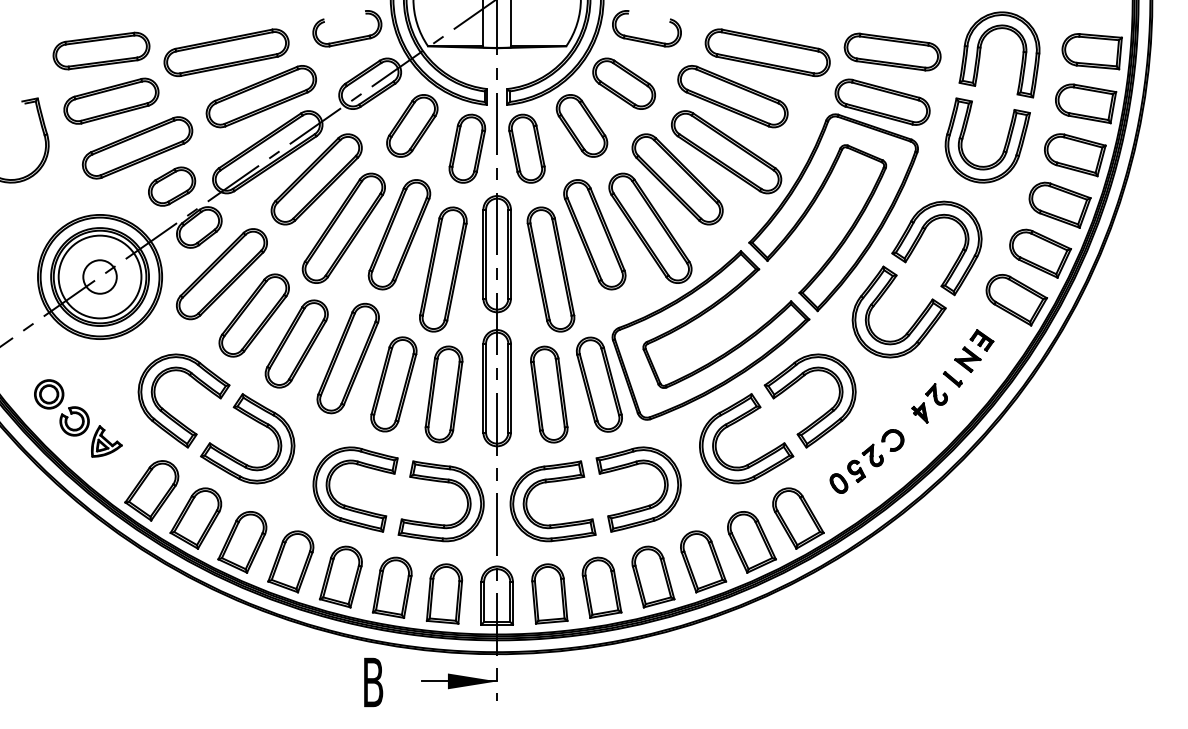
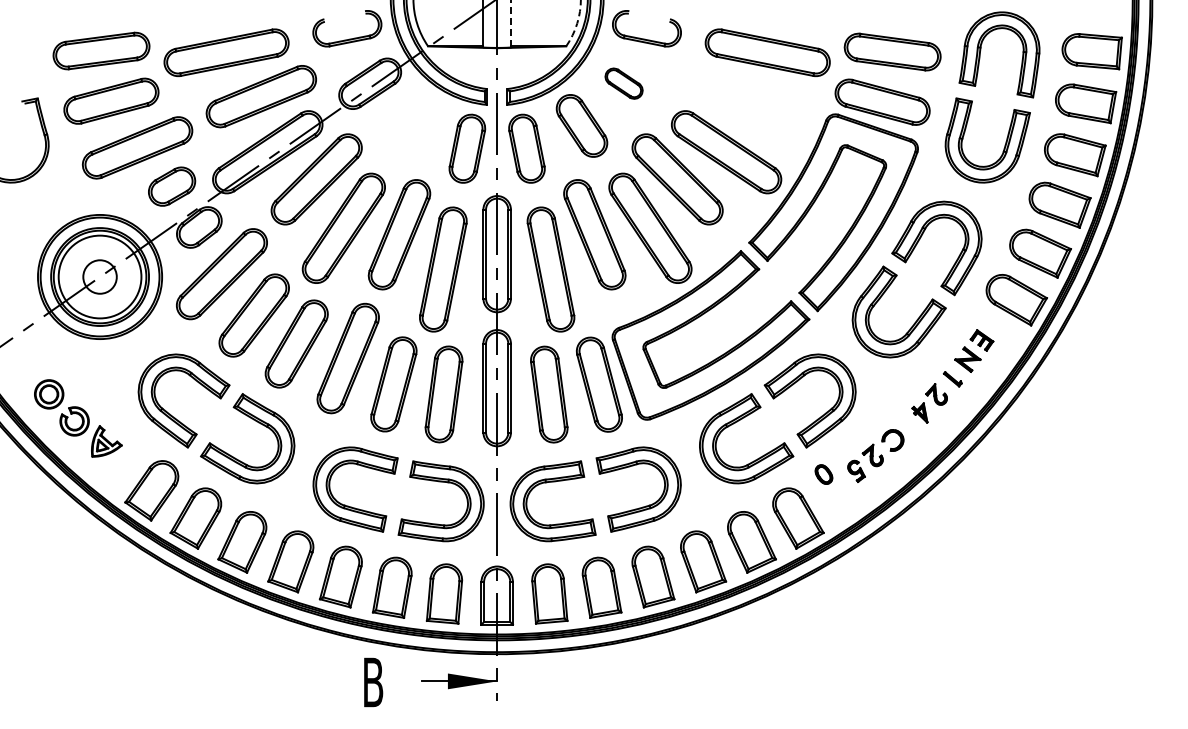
line at (510, 23): solid -> dashed
arc at (577, 23): solid -> dashed
part at (623, 83) size: 64x53 px -> 40x33 px
part at (732, 96): present -> none
part at (412, 125): present -> none
part at (838, 483) position: (838, 483) -> (823, 474)
